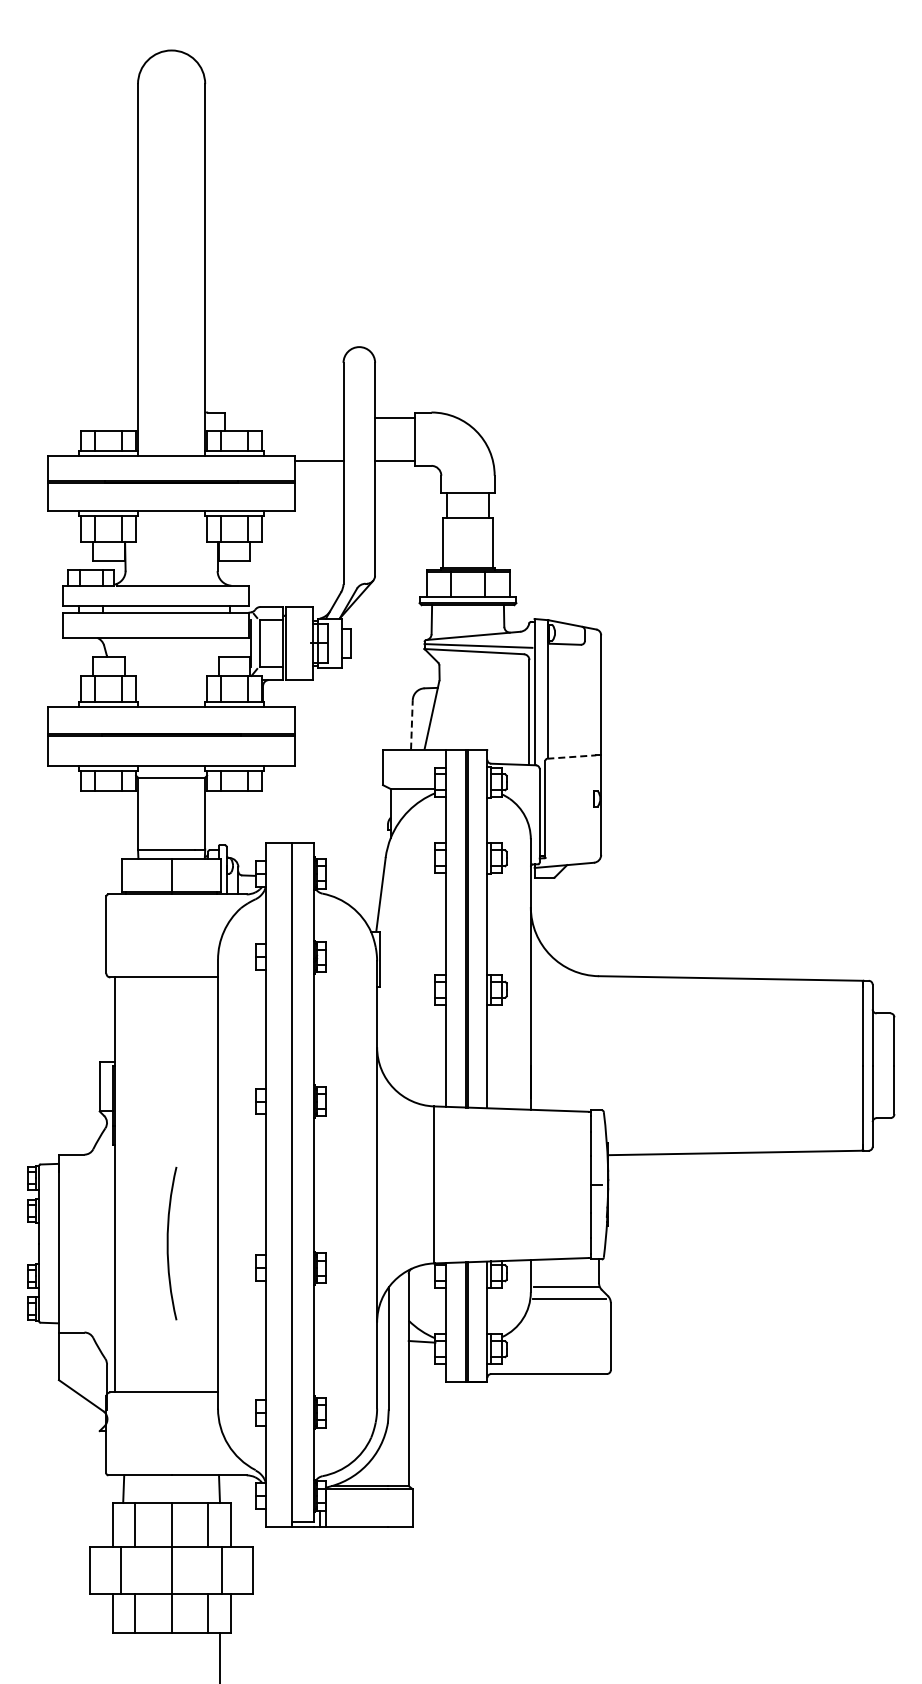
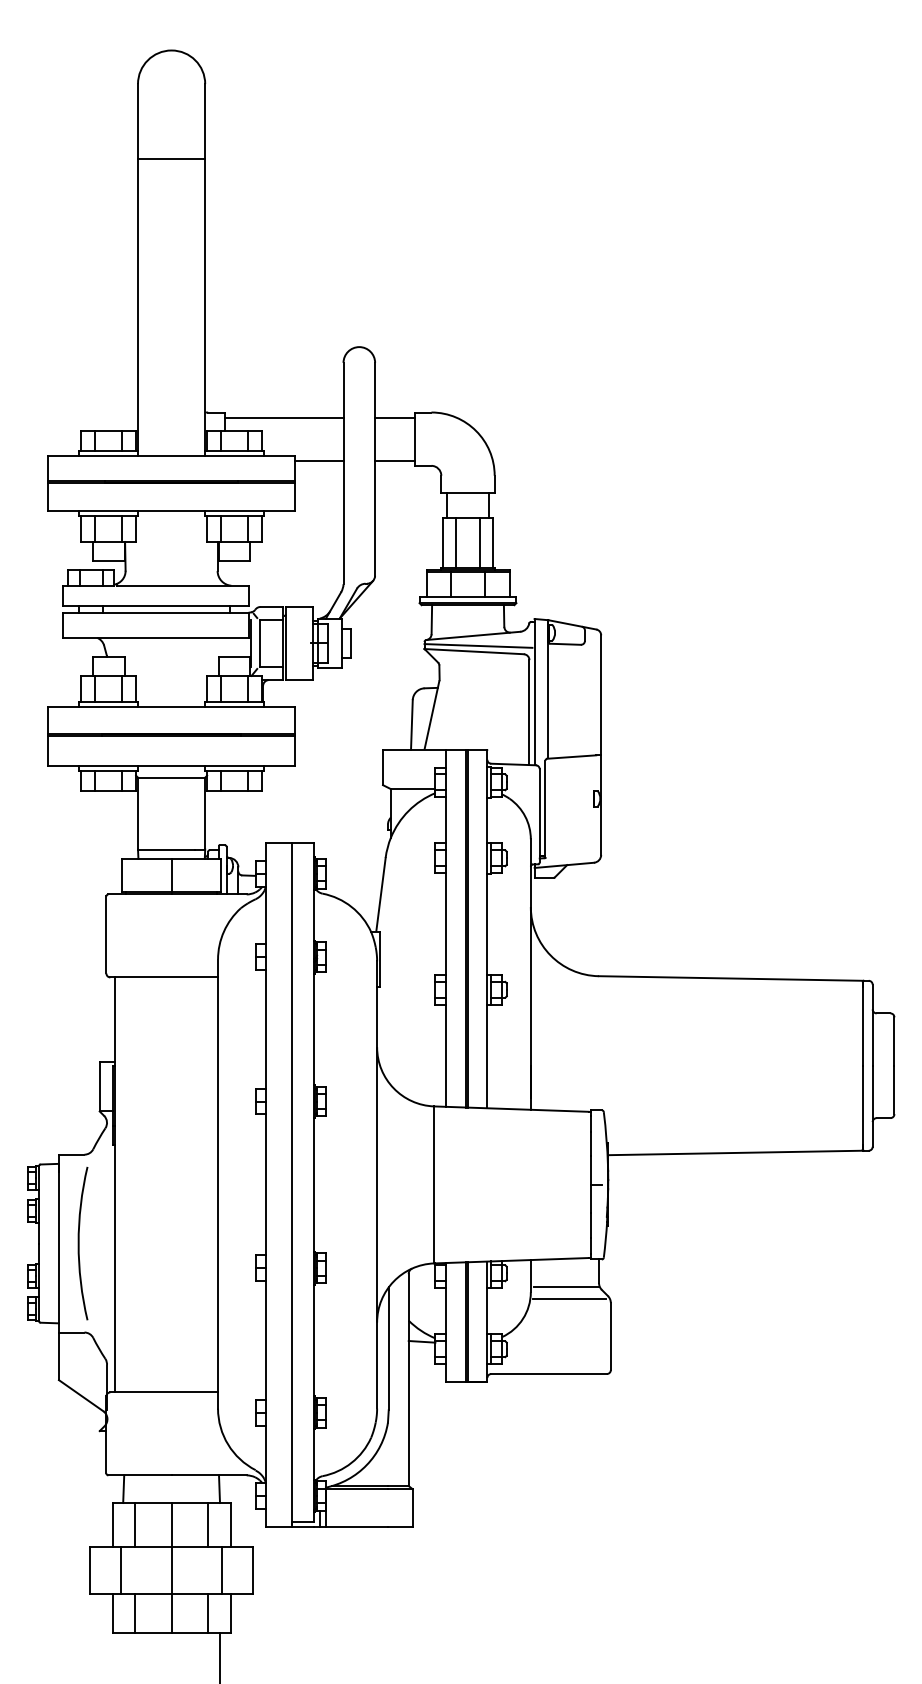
line at (171, 159): none -> present
line at (283, 417): none -> present
line at (455, 542): none -> present
line at (480, 542): none -> present
line at (411, 724): dashed -> solid
line at (571, 757): dashed -> solid
arc at (168, 1243) position: (168, 1243) -> (79, 1243)
